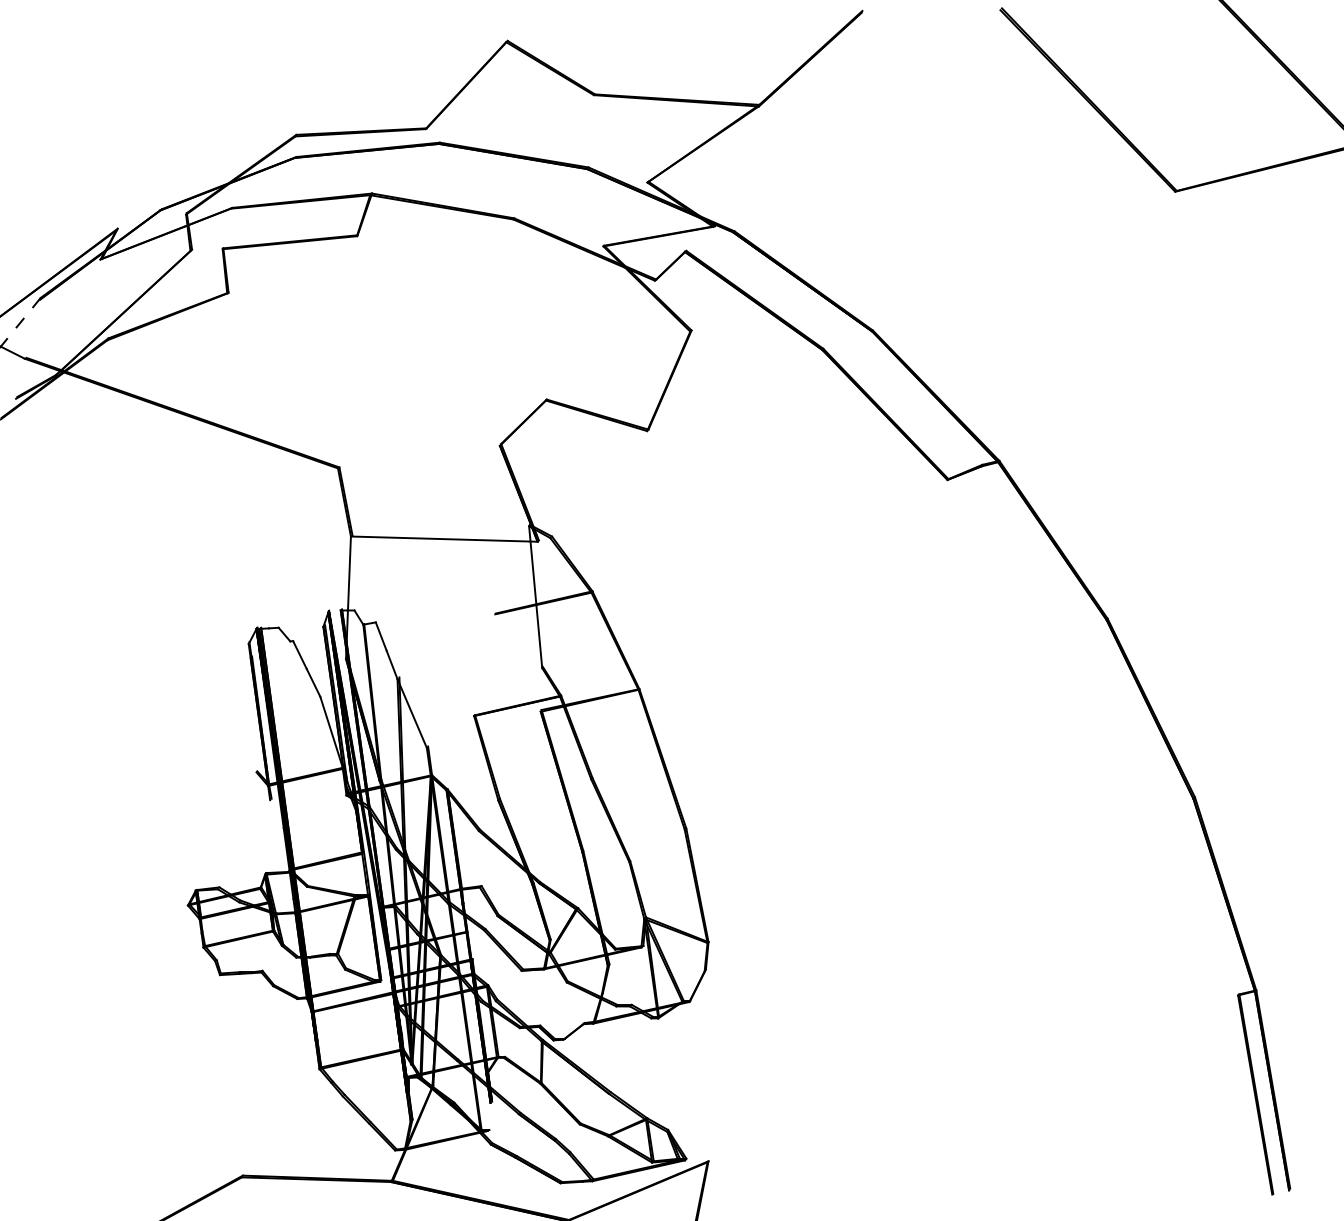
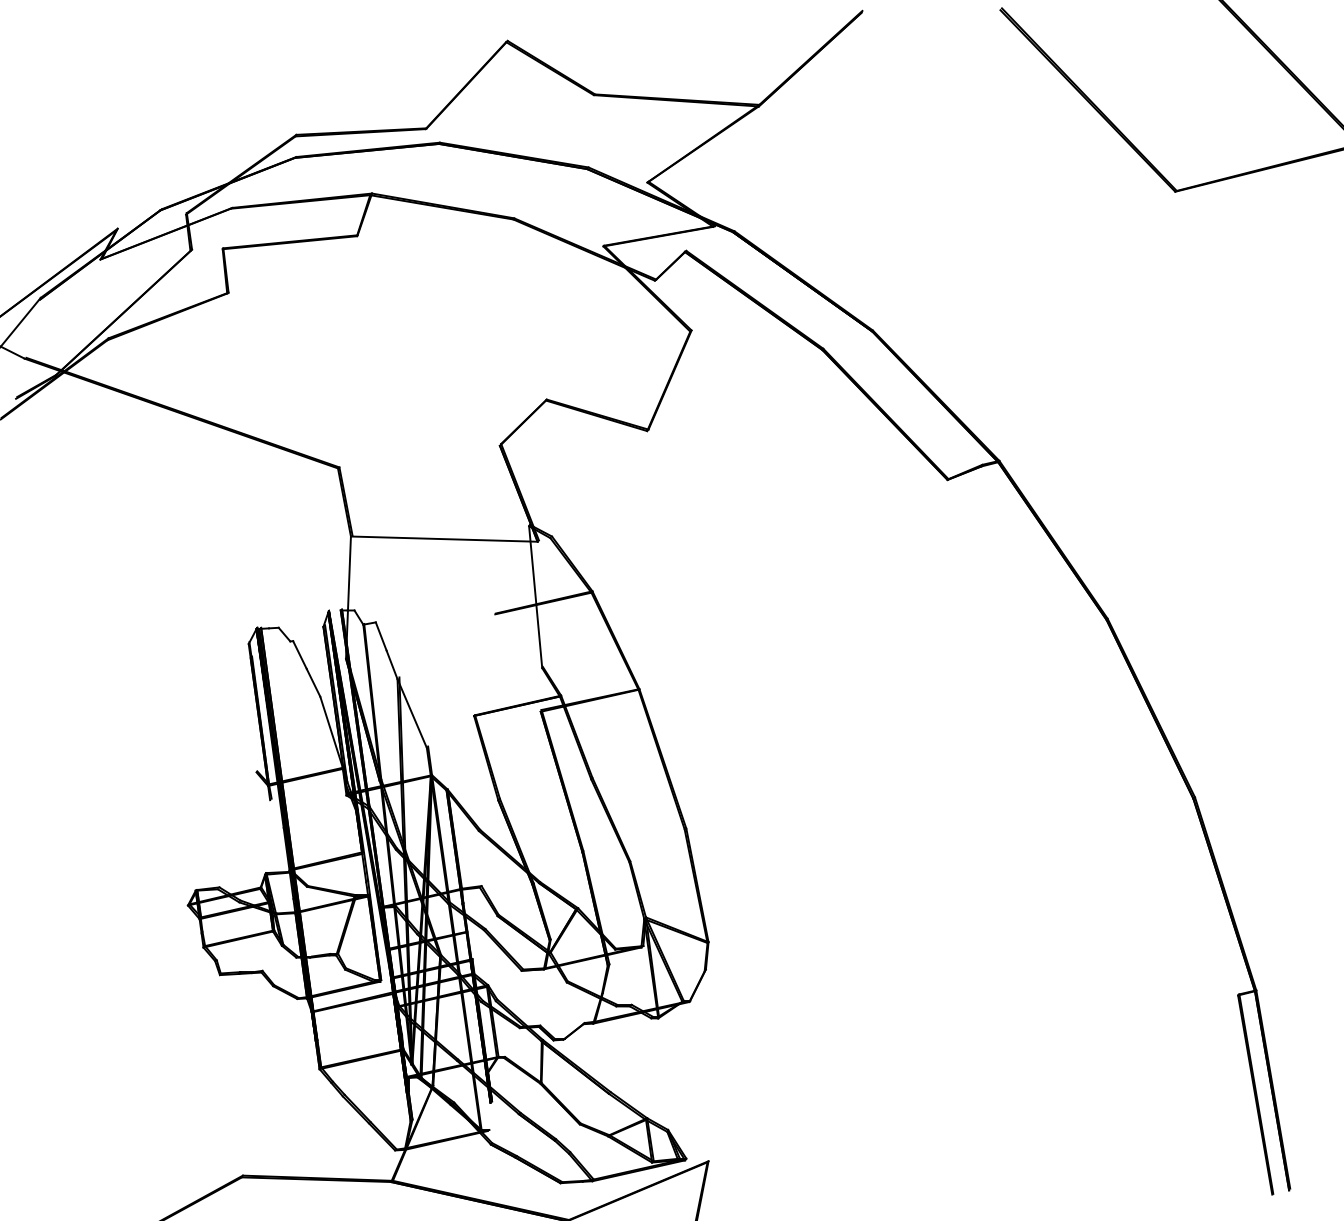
line at (20, 322): dashed -> solid
